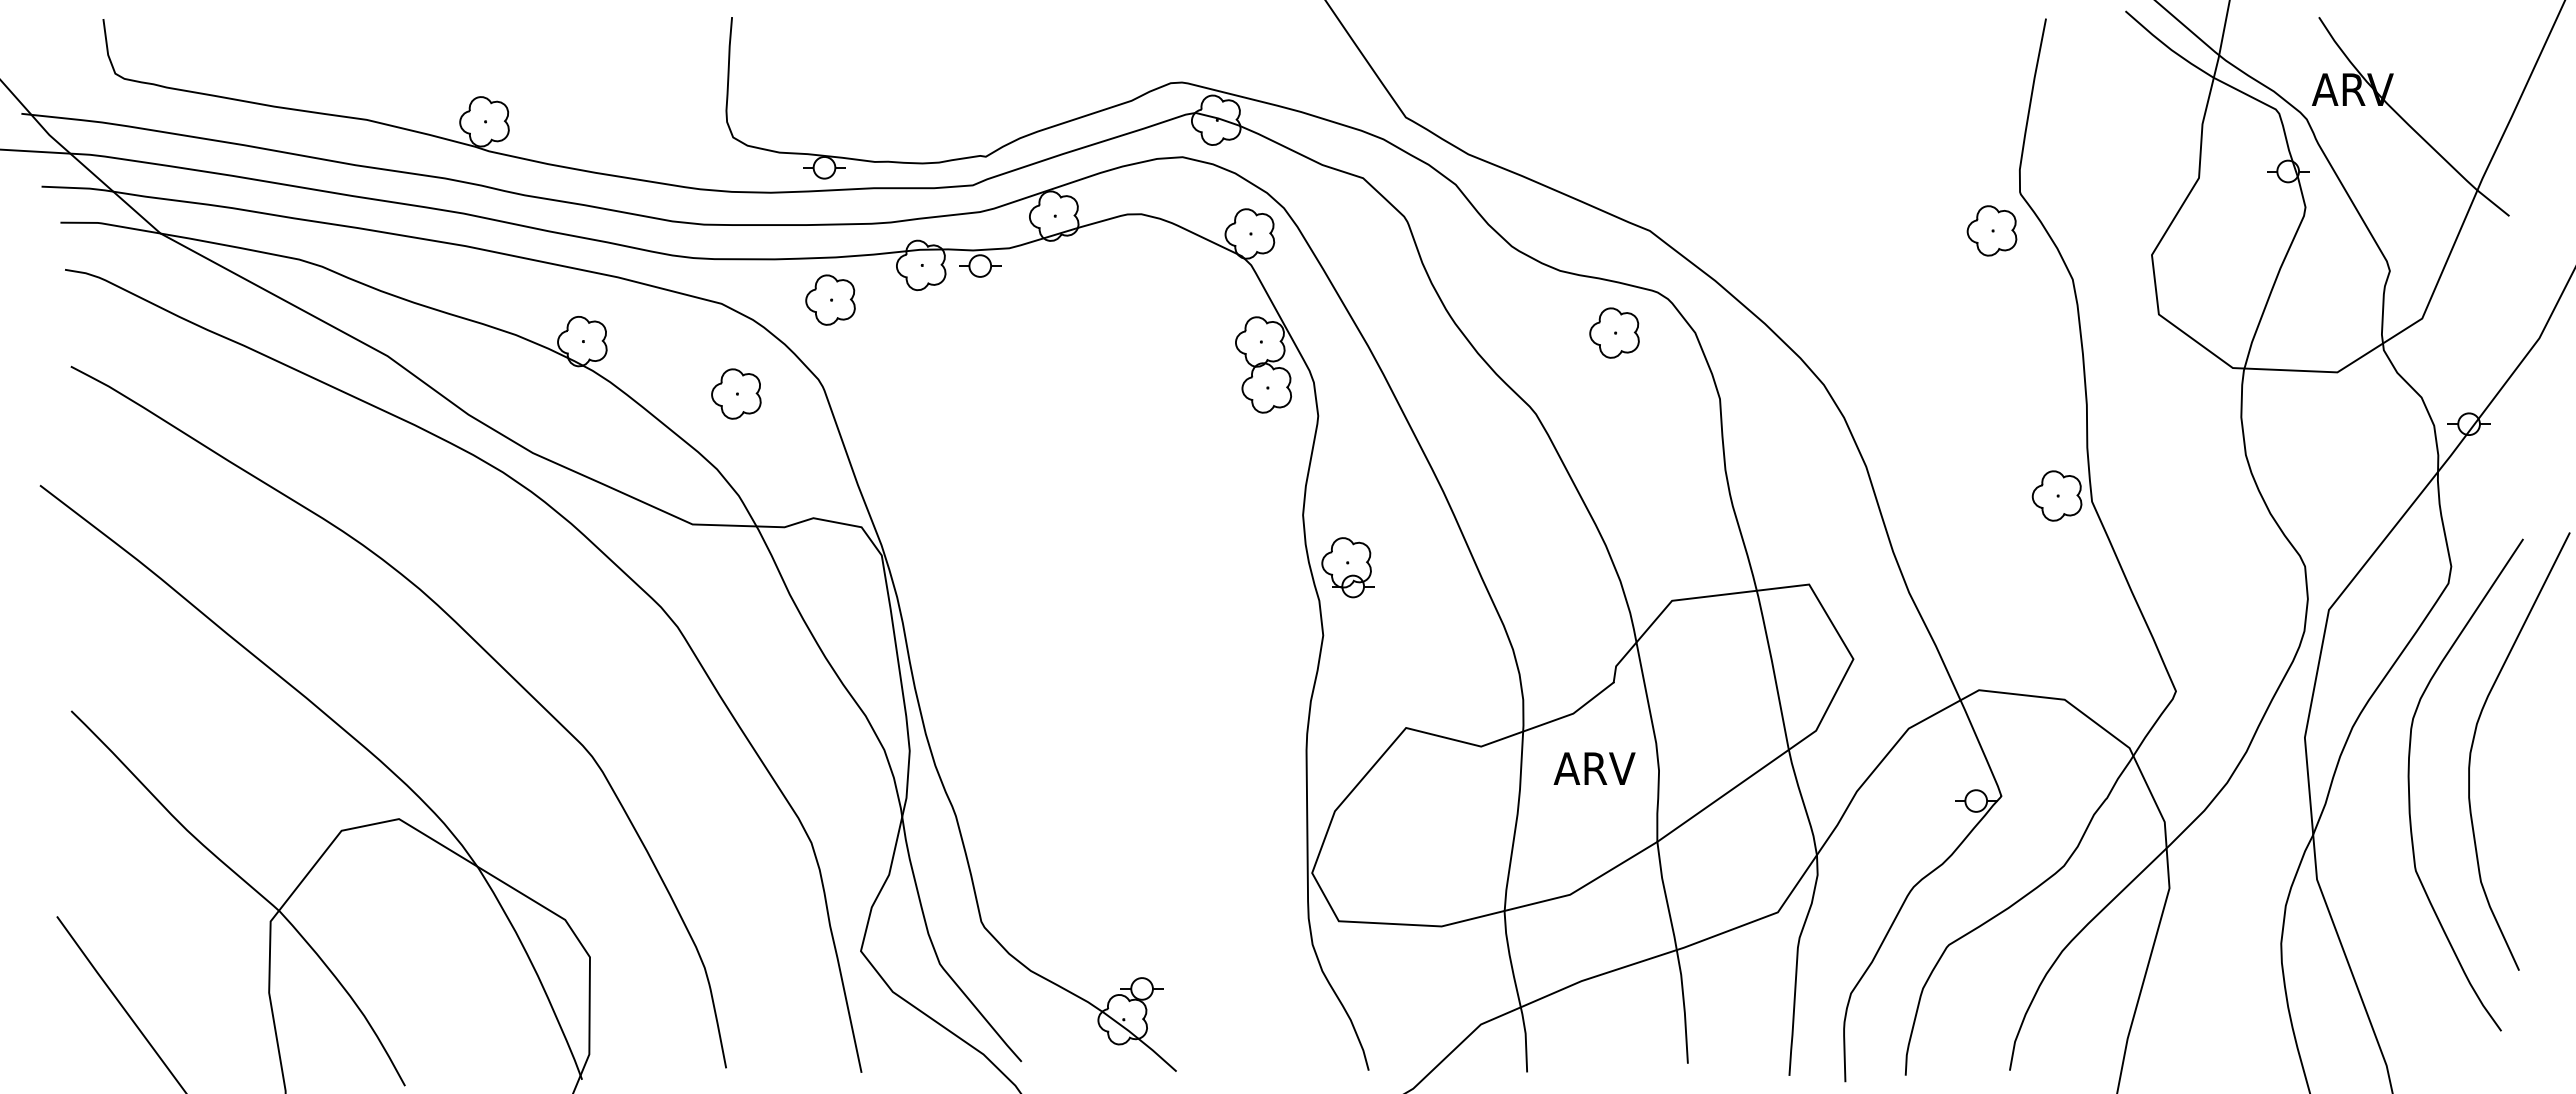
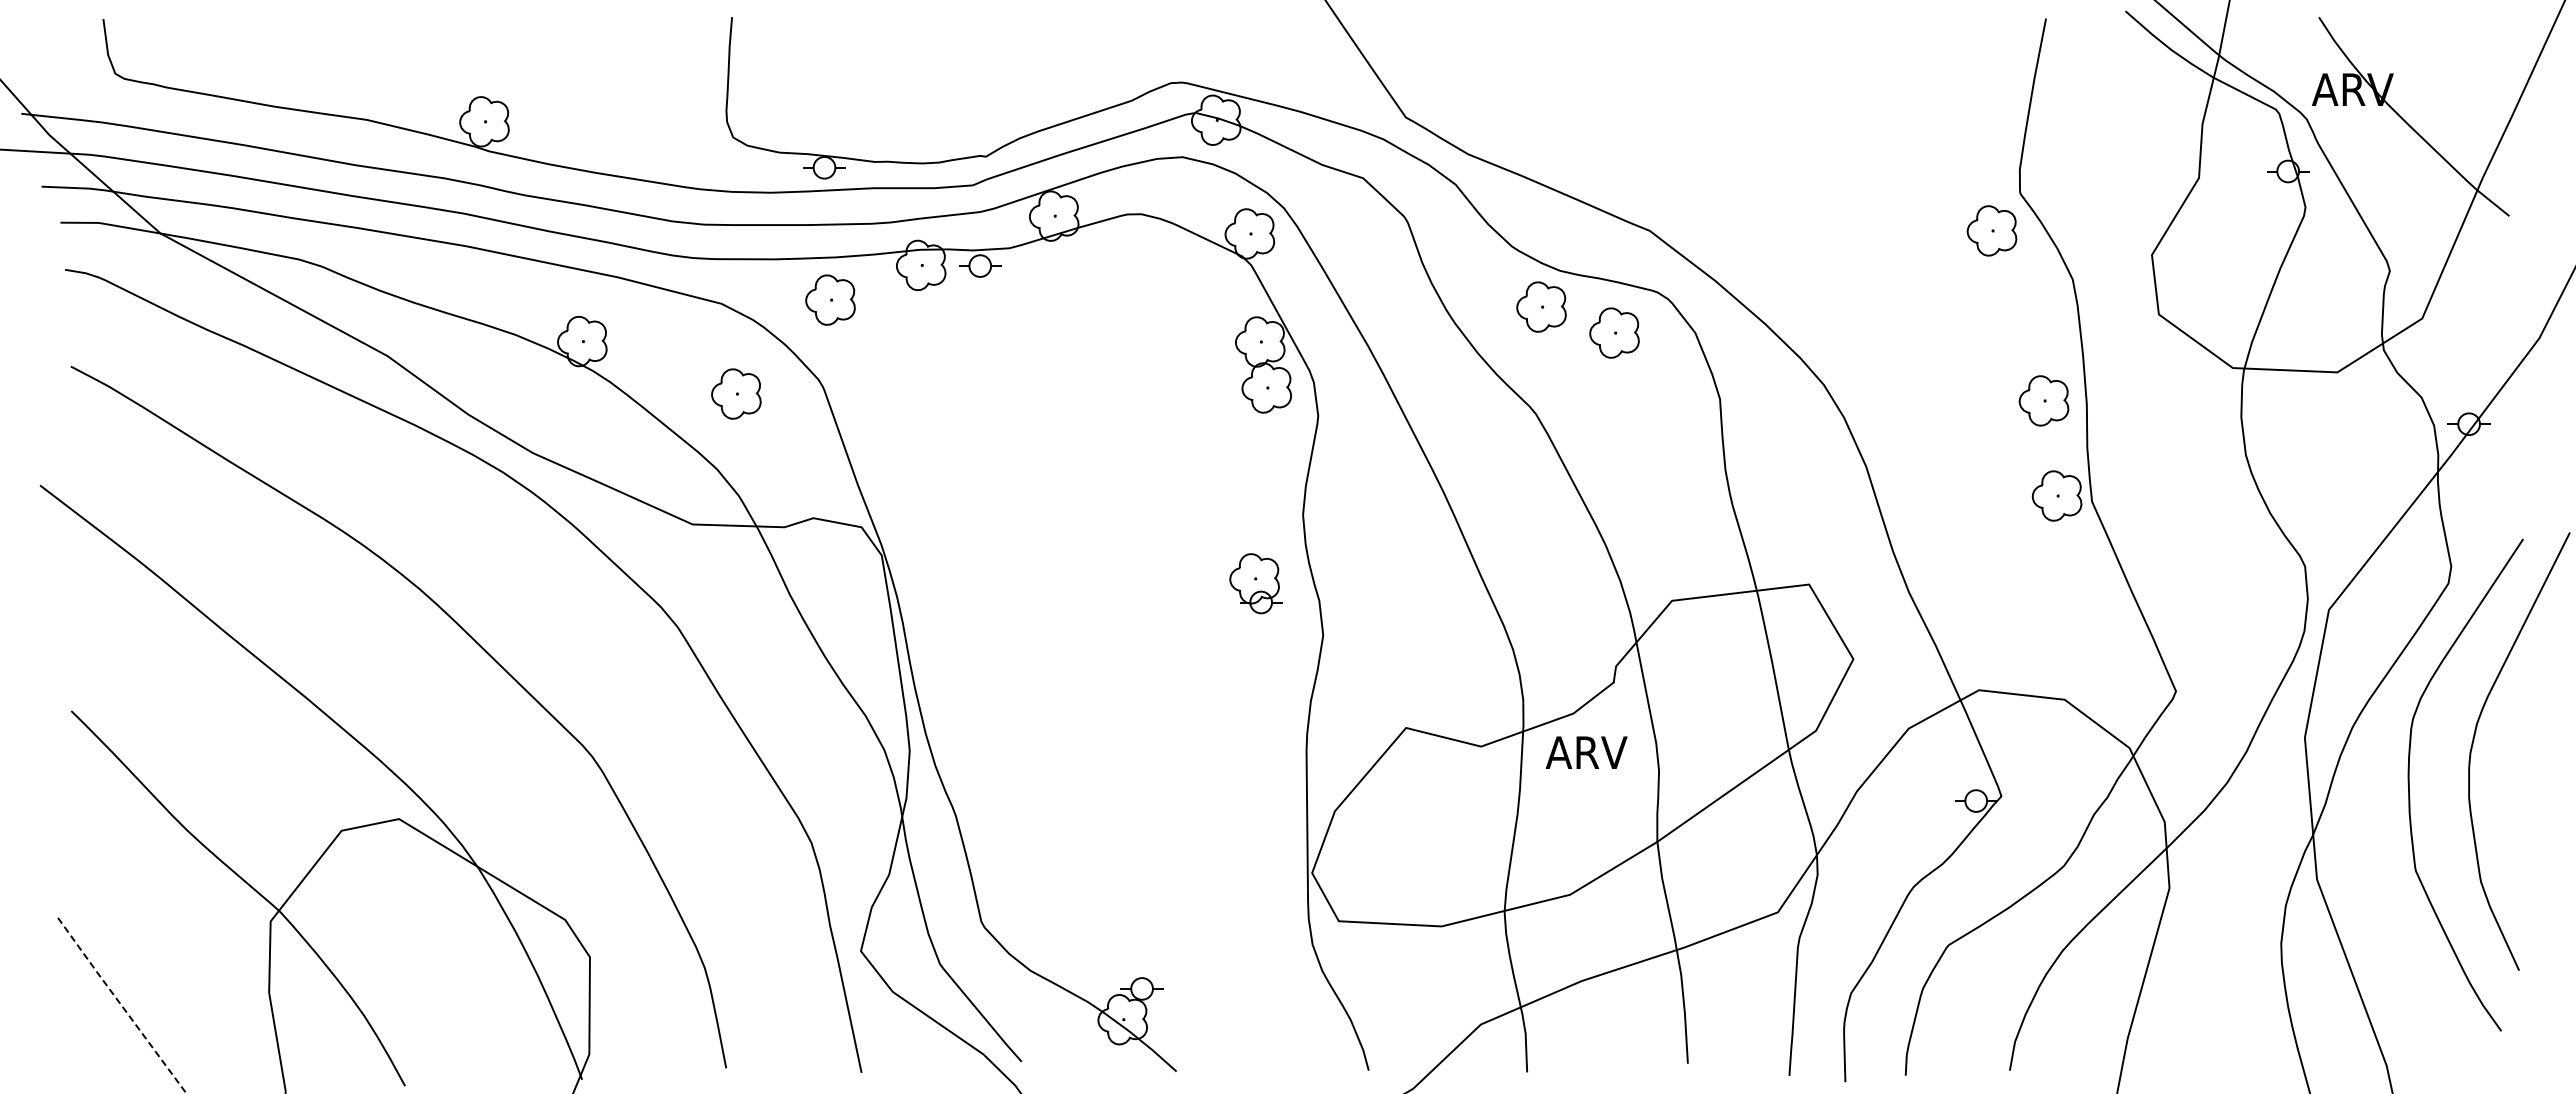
part at (1541, 306): none -> present
part at (2043, 400): none -> present
part at (1347, 567) position: (1347, 567) -> (1255, 583)
text at (1594, 768) position: (1594, 768) -> (1586, 752)
line at (120, 1004): solid -> dashed
